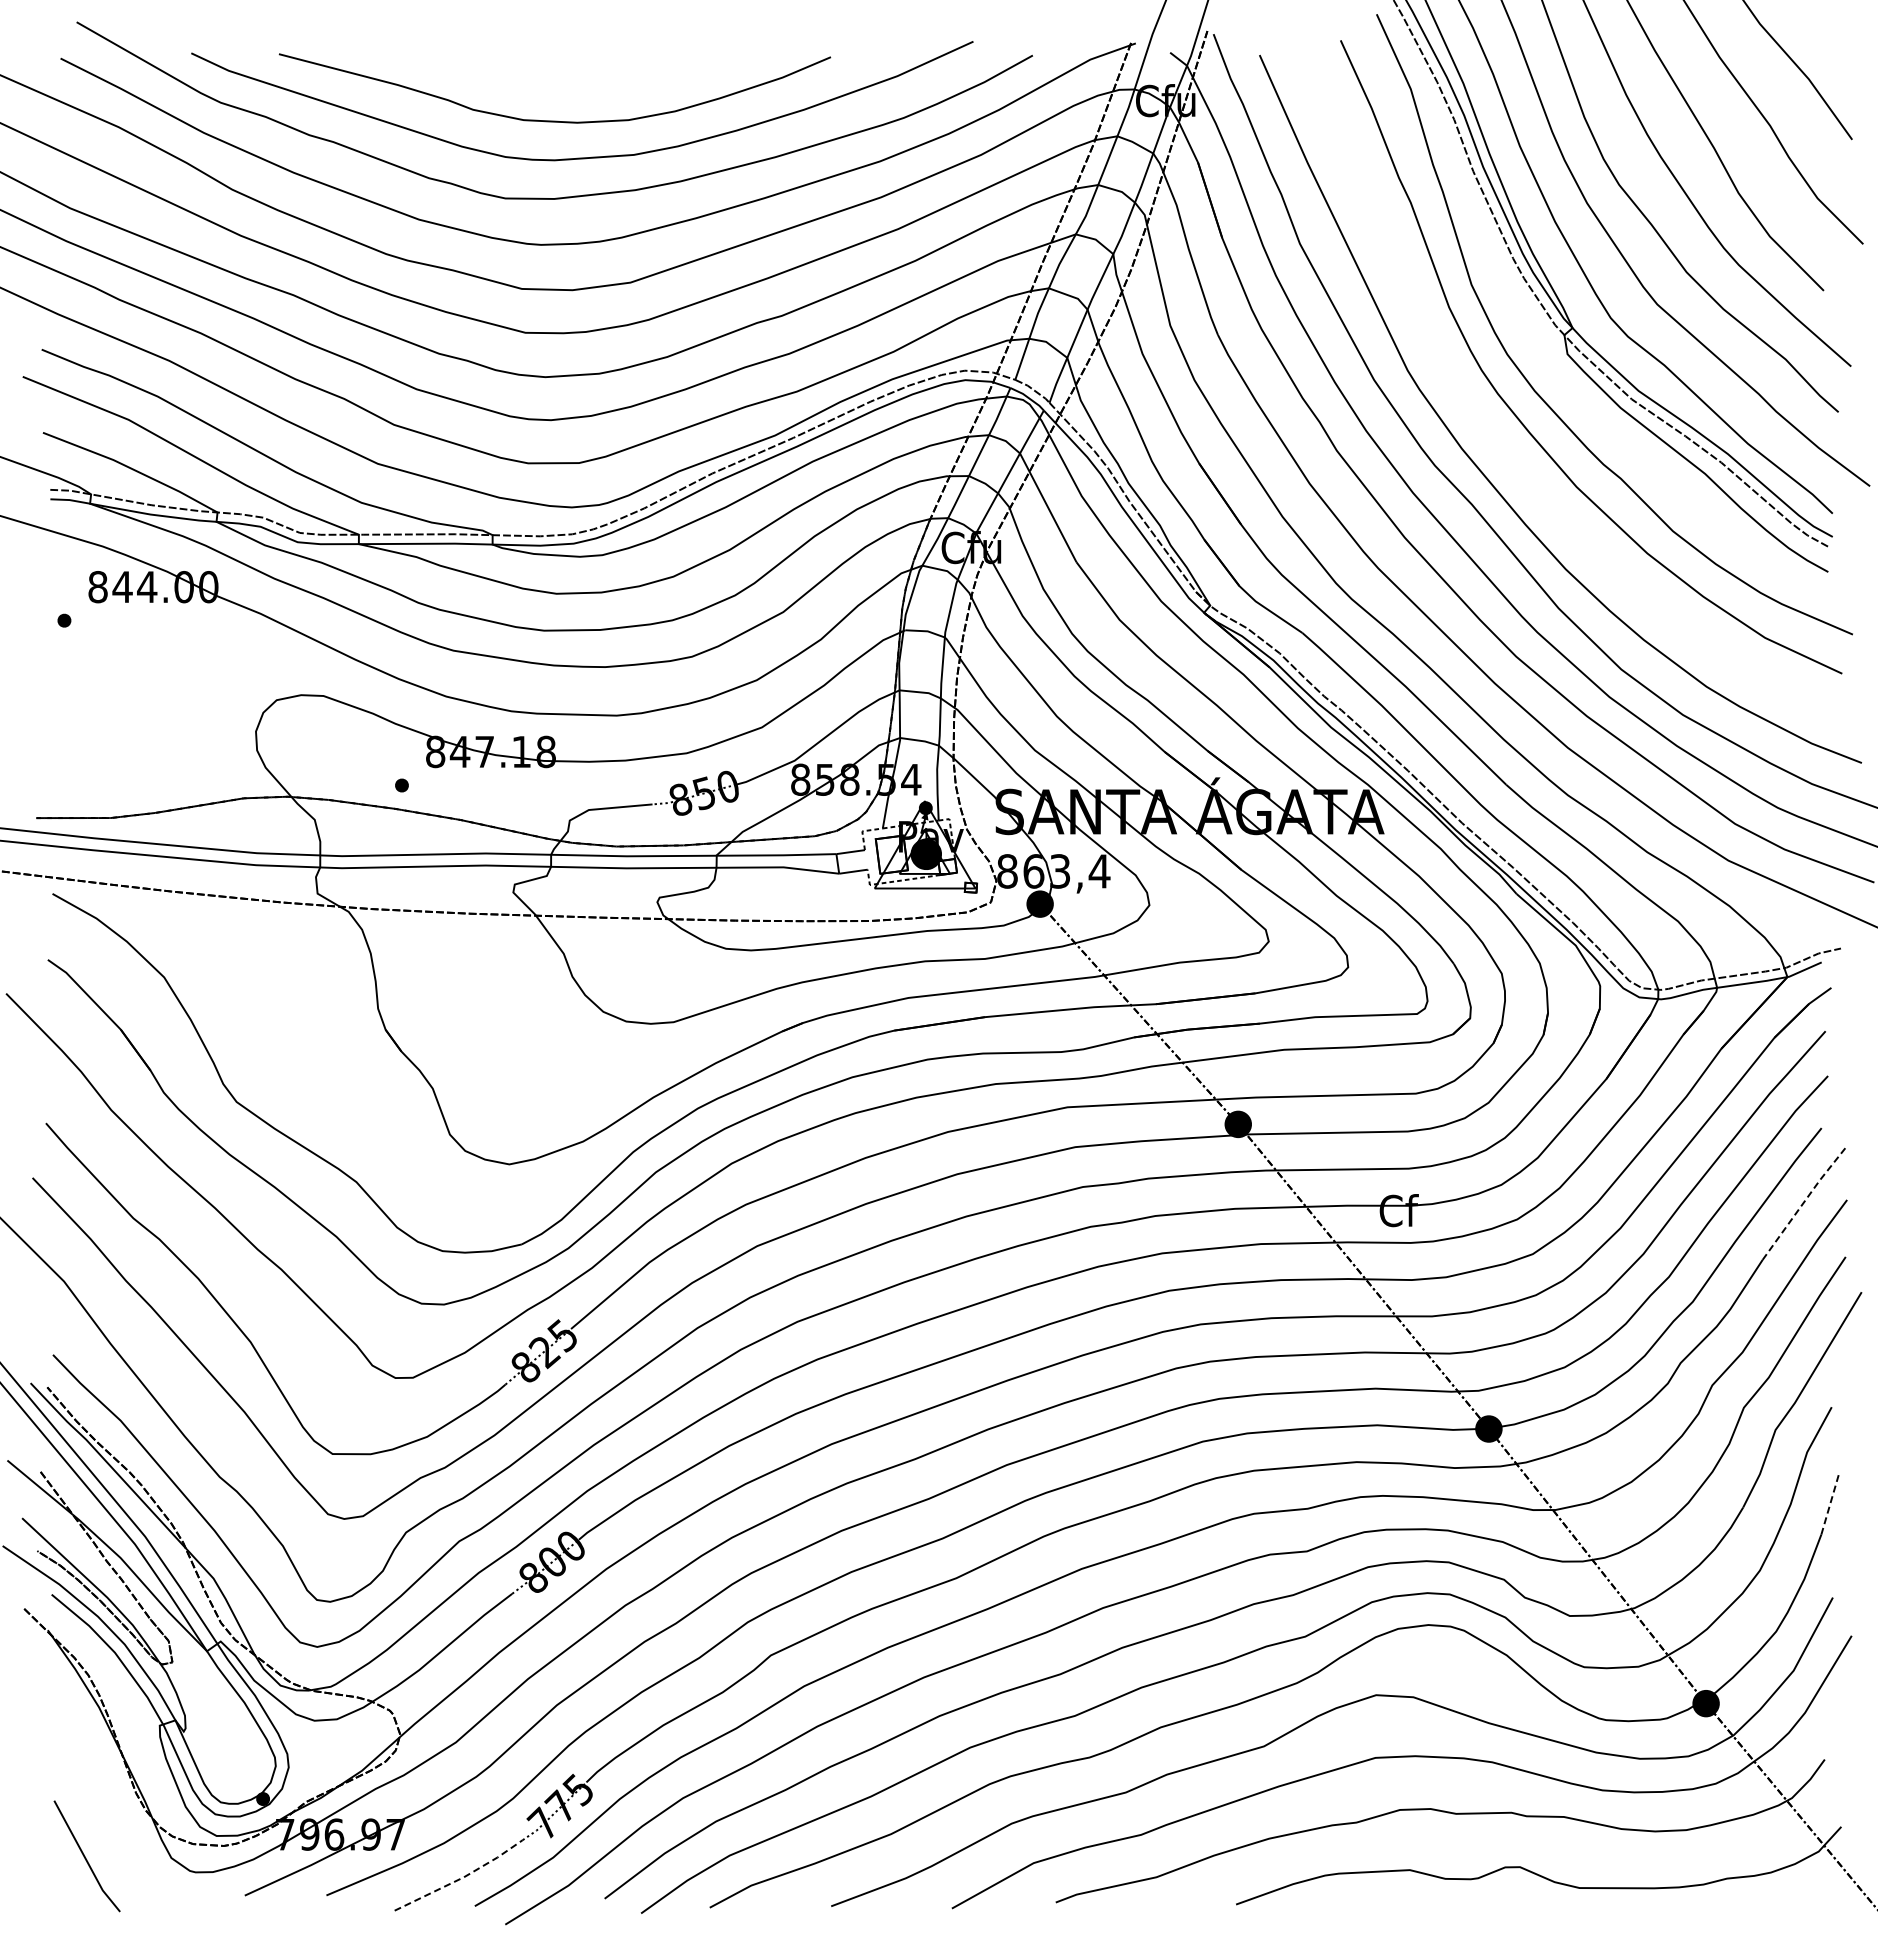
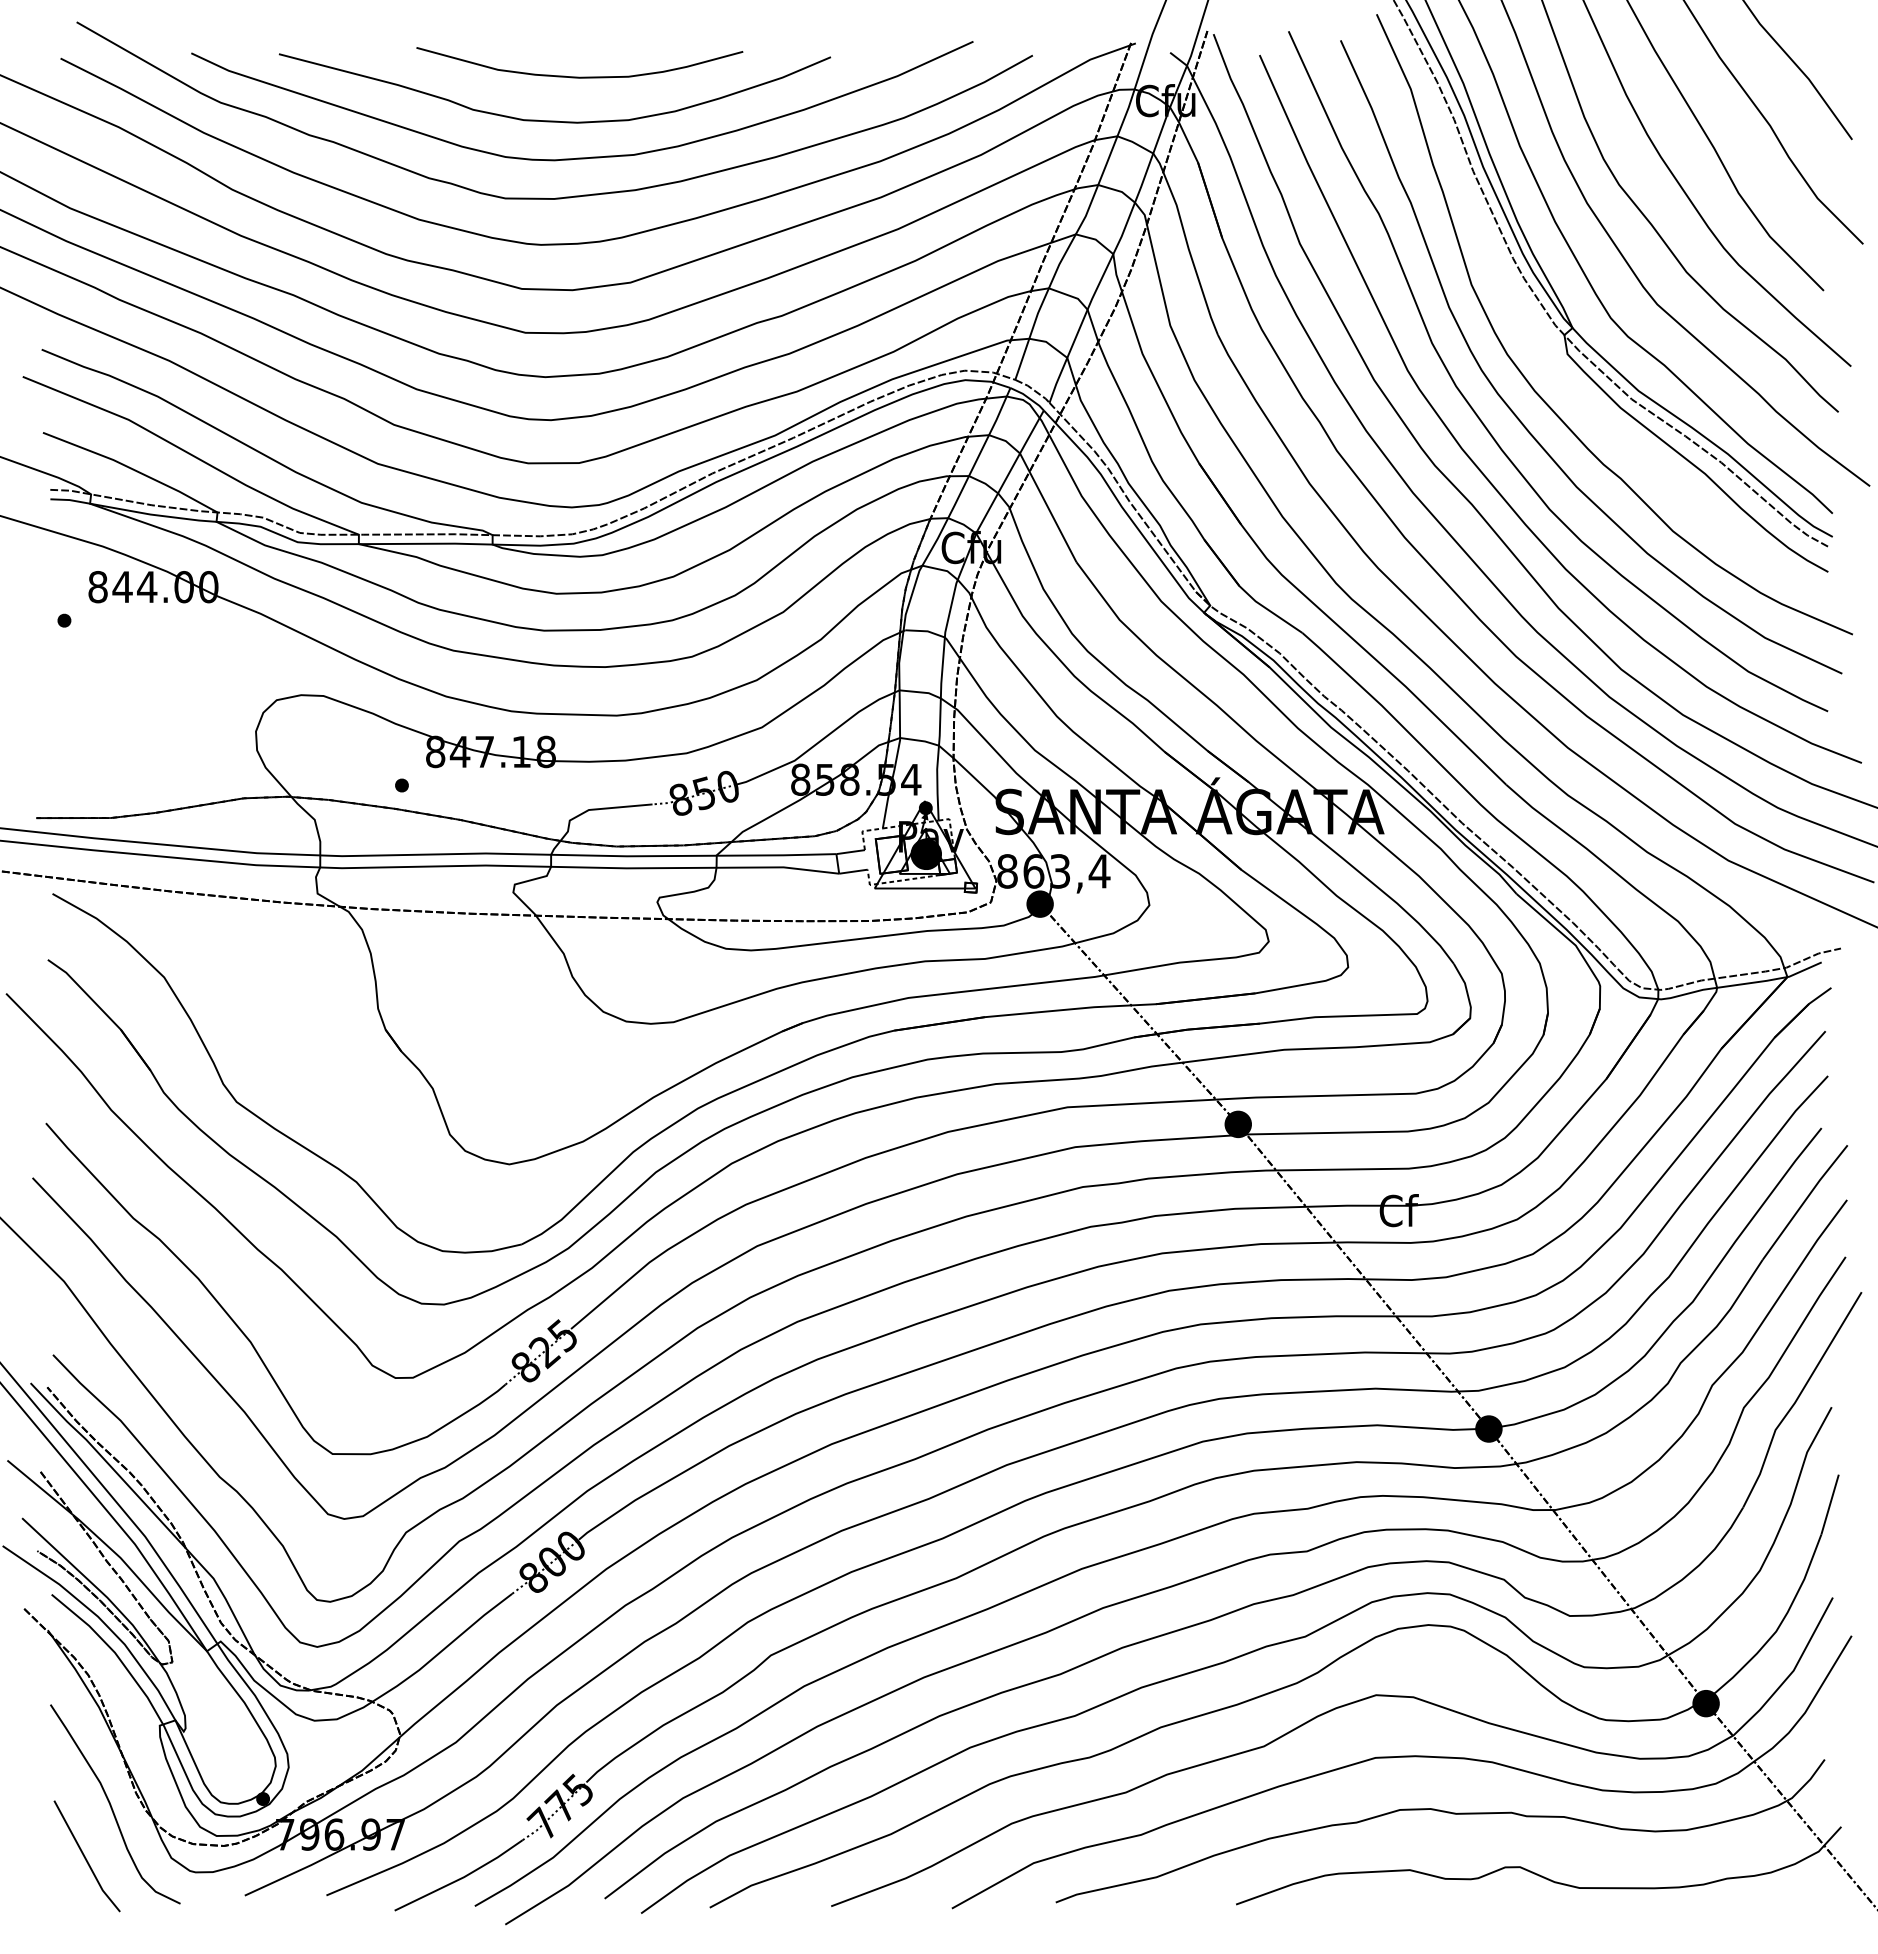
curve at (579, 76): none -> present
curve at (1486, 426): none -> present
line at (1804, 1201): dashed -> solid
line at (1830, 1504): dashed -> solid
curve at (111, 1804): none -> present
line at (461, 1878): dashed -> solid
